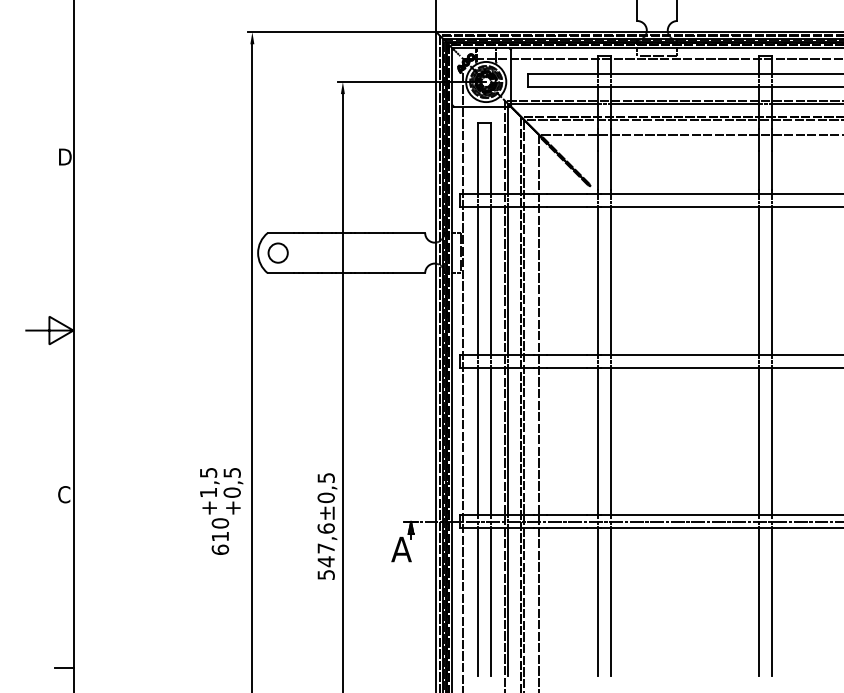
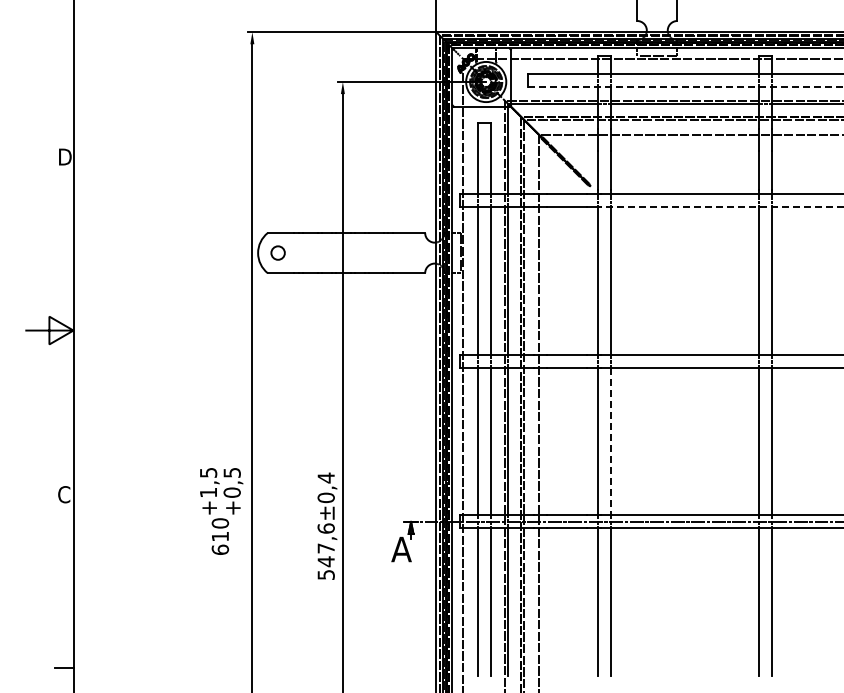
line at (685, 86): solid -> dashed
line at (721, 207): solid -> dashed
circle at (277, 252) size: 22x22 px -> 16x16 px
line at (611, 441): solid -> dashed
text at (325, 477): ±0,5 -> ±0,4
